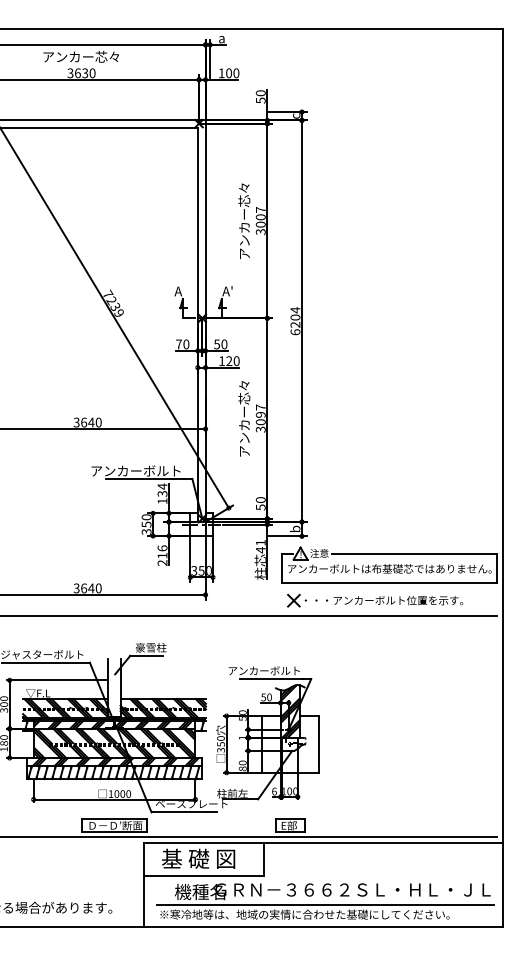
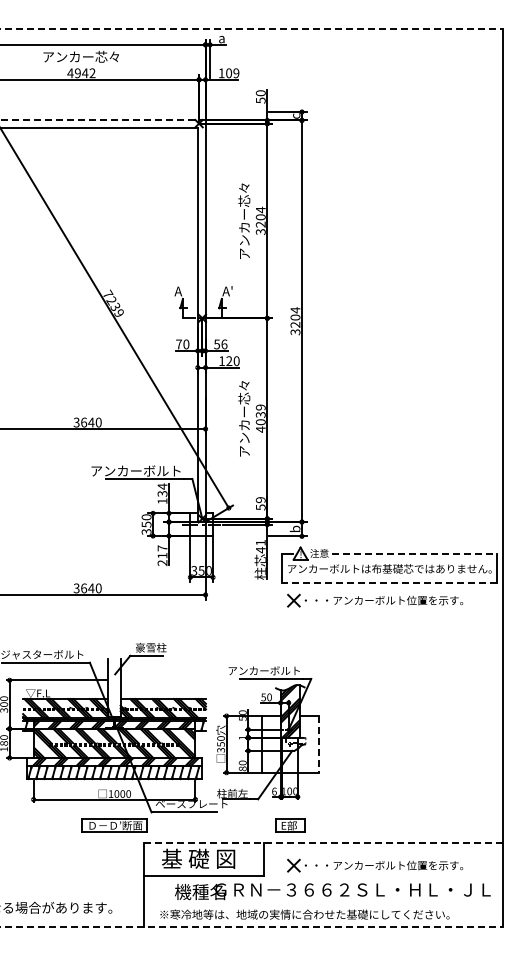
line at (252, 28): solid -> dashed
text at (81, 73): 3630 -> 4942
text at (236, 73): 100 -> 109
line at (102, 120): solid -> dashed
text at (260, 216): 3007 -> 3204
text at (295, 332): 6204 -> 3204
text at (224, 344): 50 -> 56
text at (260, 418): 3097 -> 4039
text at (260, 500): 50 -> 59
text at (162, 548): 216 -> 217
line at (414, 553): solid -> dashed
line at (389, 583): solid -> dashed
line at (249, 615): present -> none
line at (318, 744): solid -> dashed
line at (249, 836): present -> none
line at (323, 843): solid -> dashed
part at (375, 865): none -> present
line at (325, 904): present -> none
line at (252, 927): solid -> dashed
